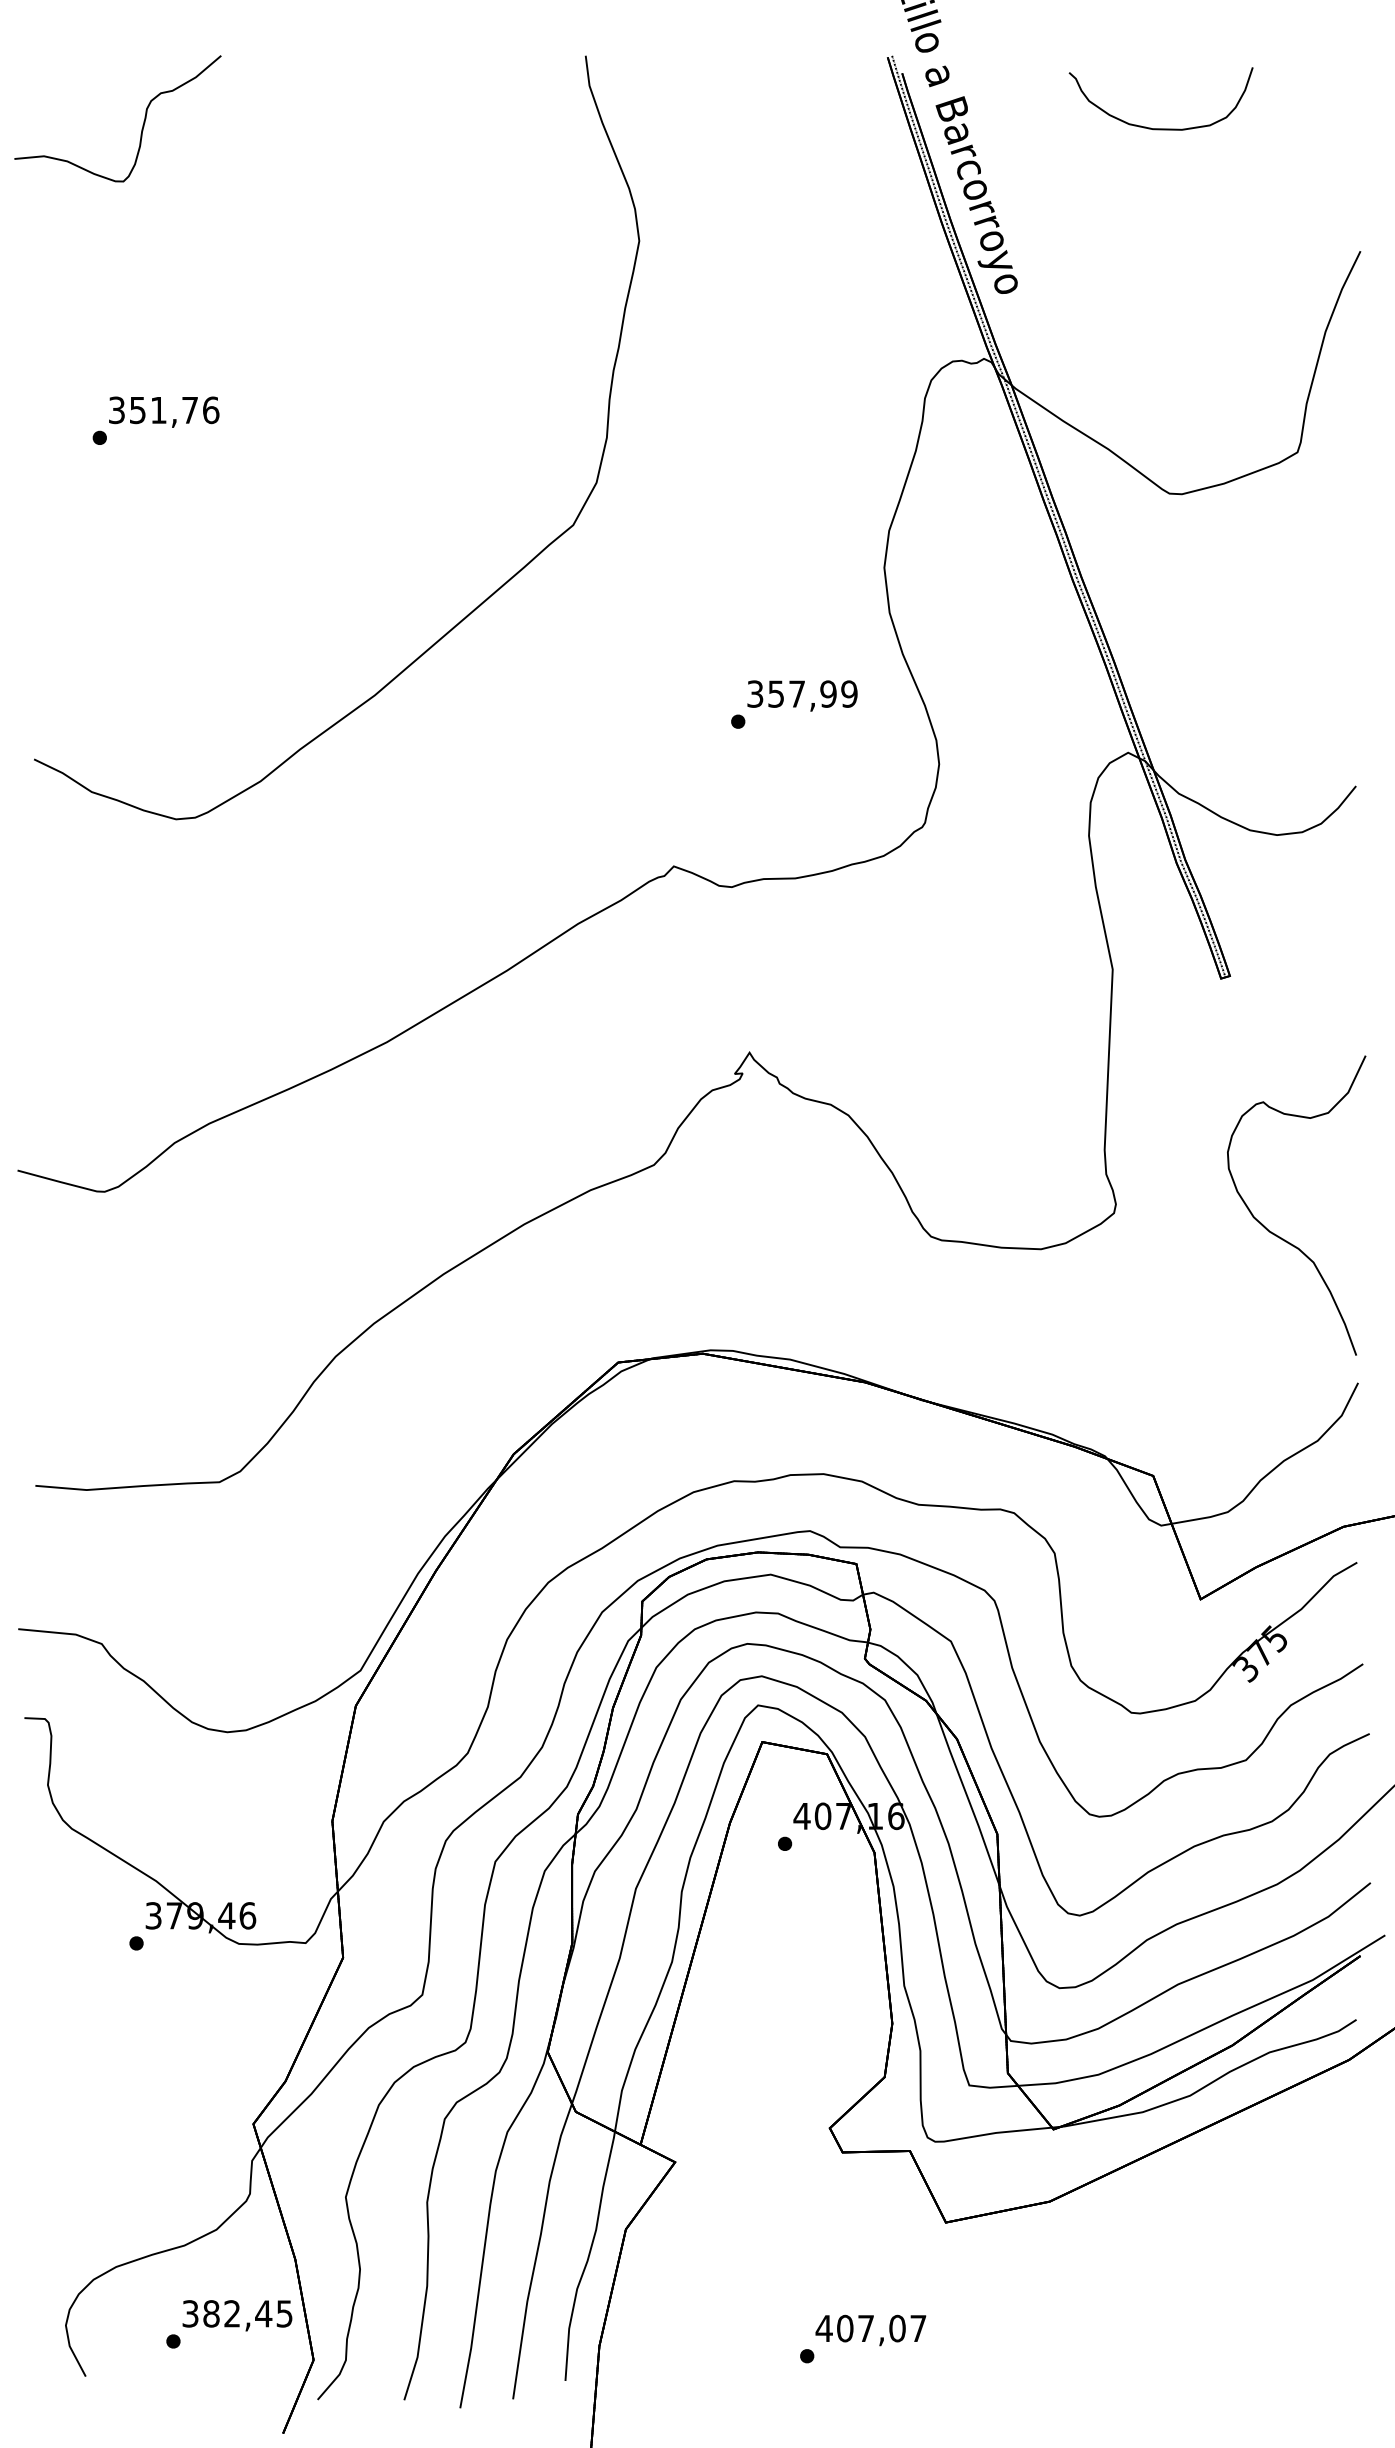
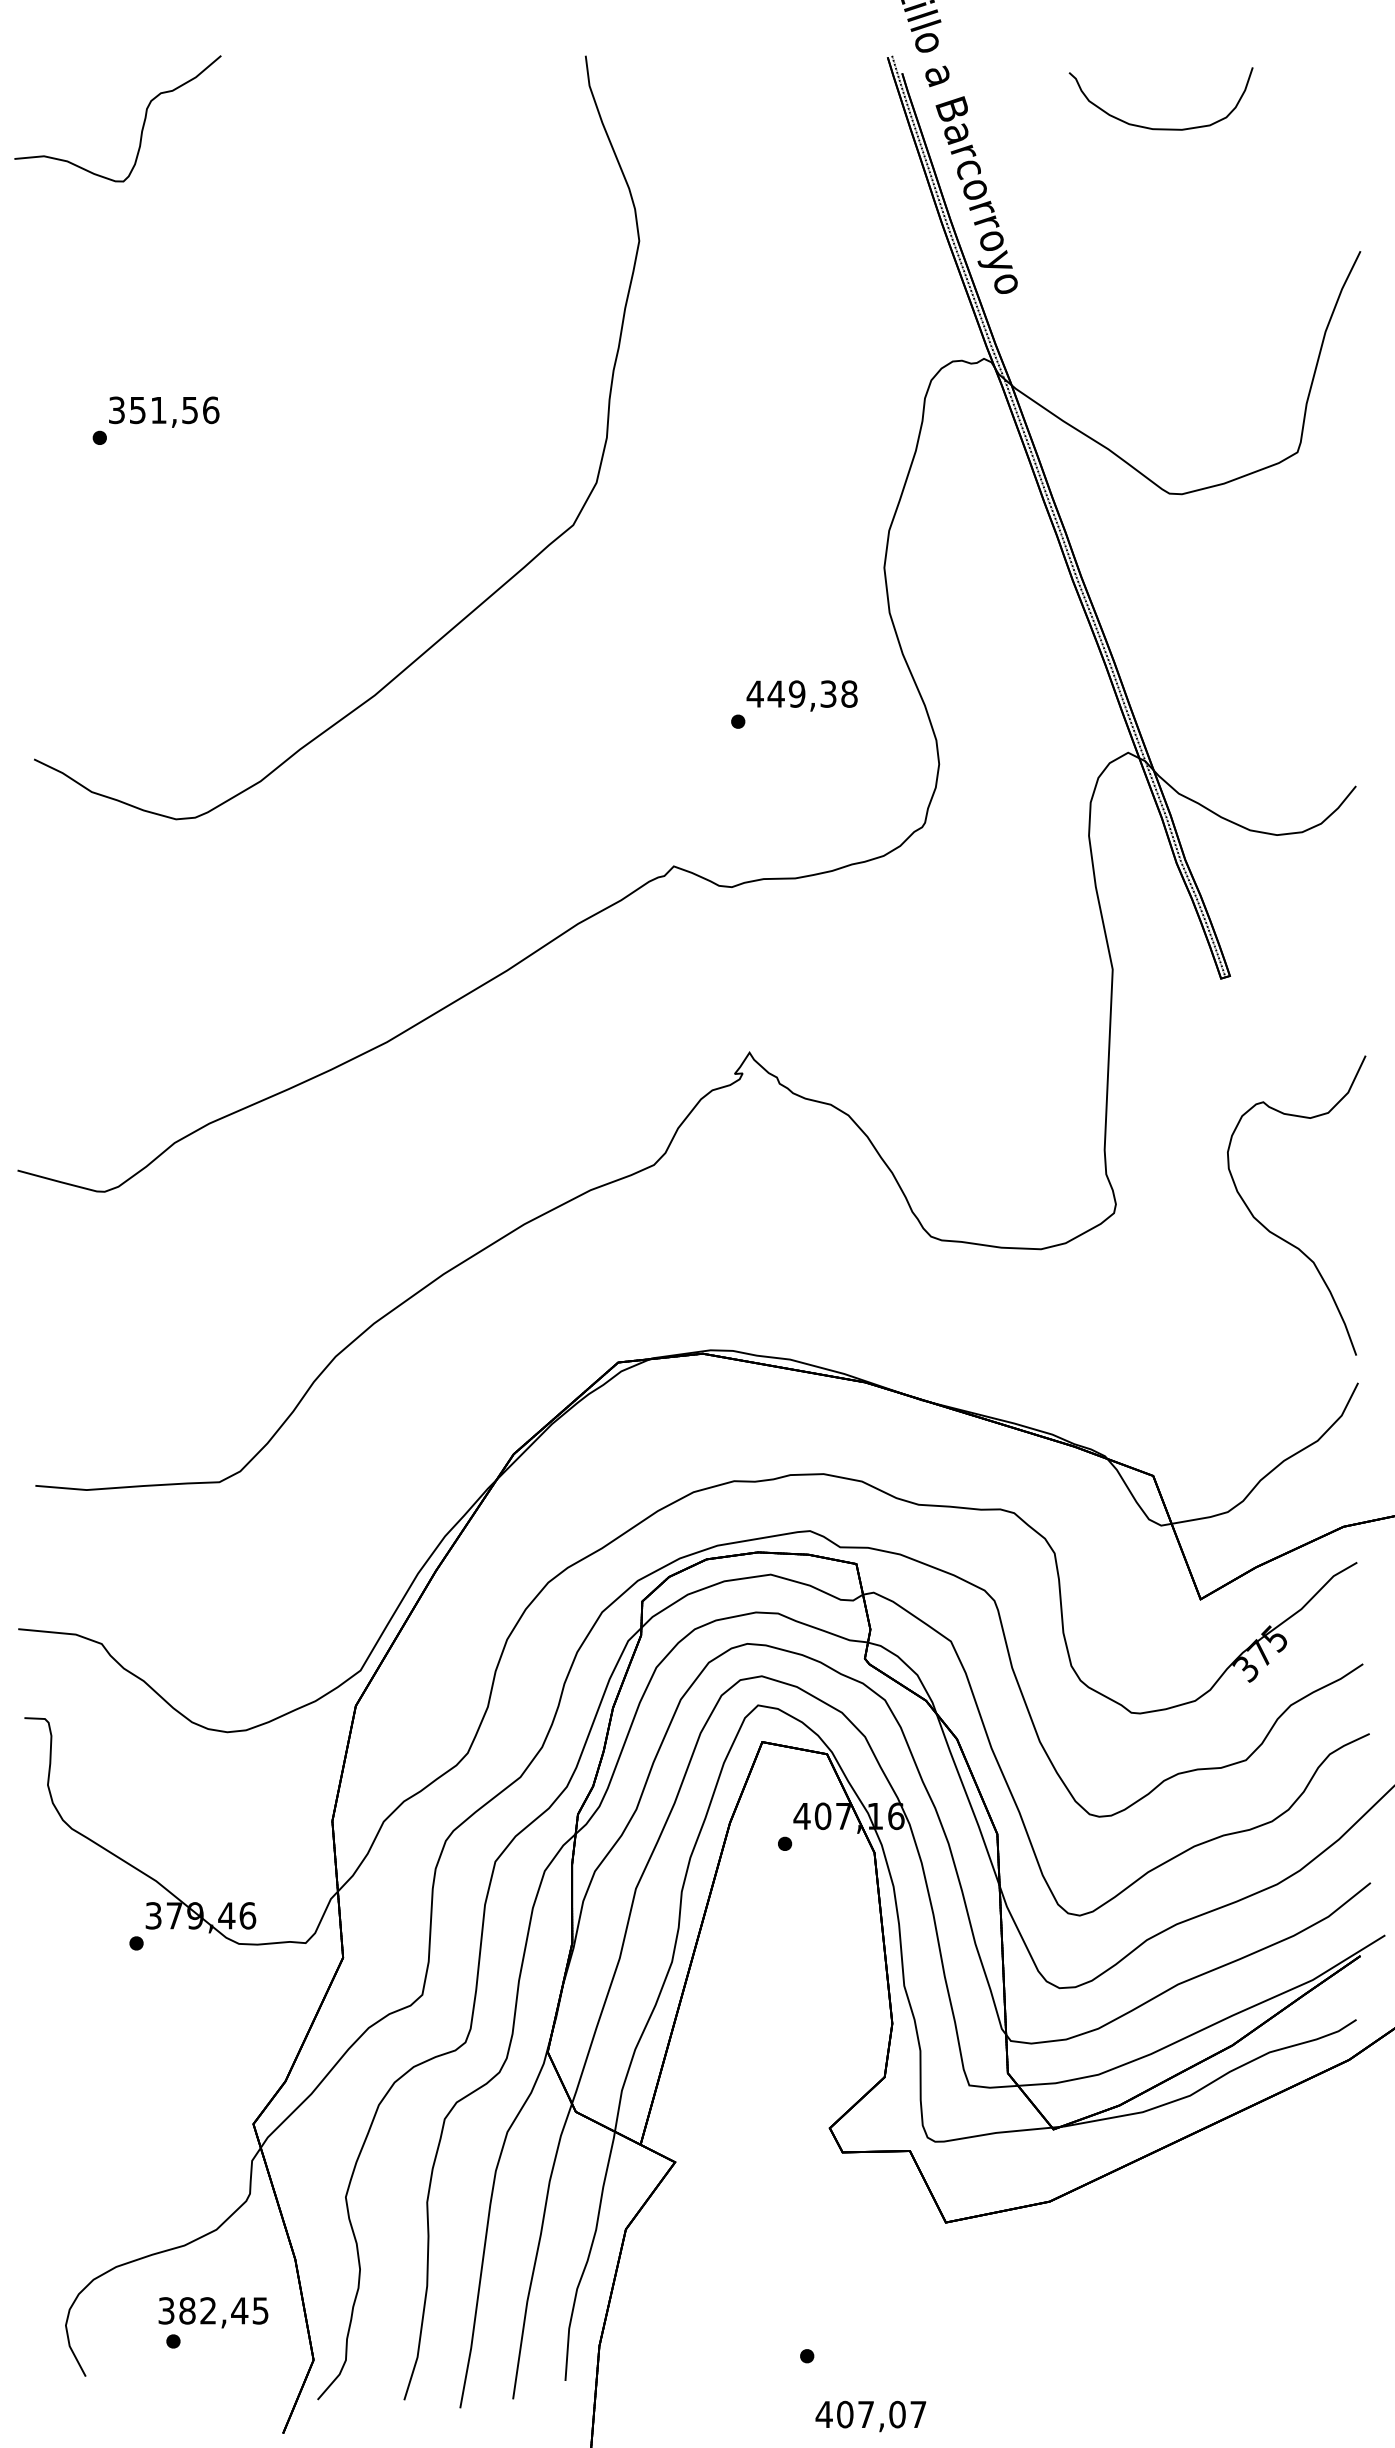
text at (189, 410): 351,76 -> 351,56
text at (801, 693): 357,99 -> 449,38
text at (237, 2315) position: (237, 2315) -> (213, 2312)
text at (870, 2330) position: (870, 2330) -> (870, 2416)
